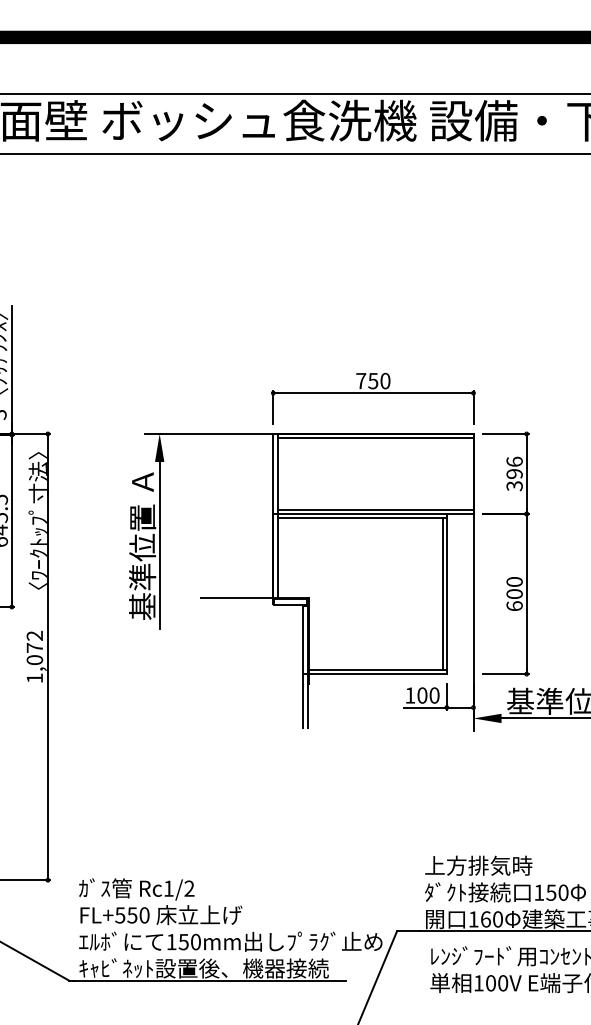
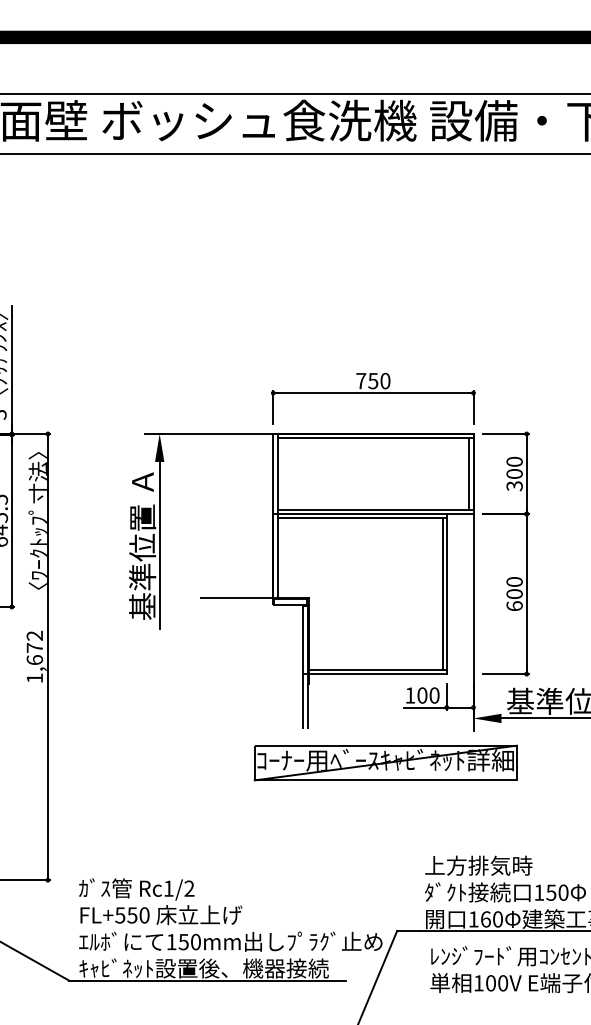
text at (514, 467): 396 -> 300
line at (468, 473): none -> present
text at (34, 659): 1,072 -> 1,672
part at (385, 762): none -> present
